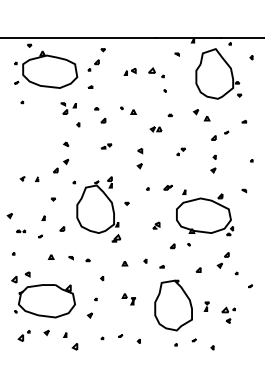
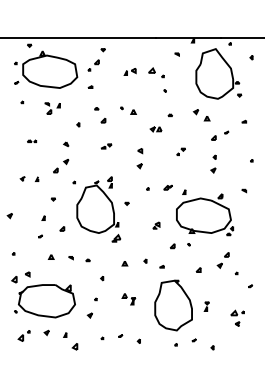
part at (68, 108) position: (68, 108) -> (52, 108)
part at (21, 230) position: (21, 230) -> (32, 140)
part at (228, 314) position: (228, 314) -> (237, 317)
